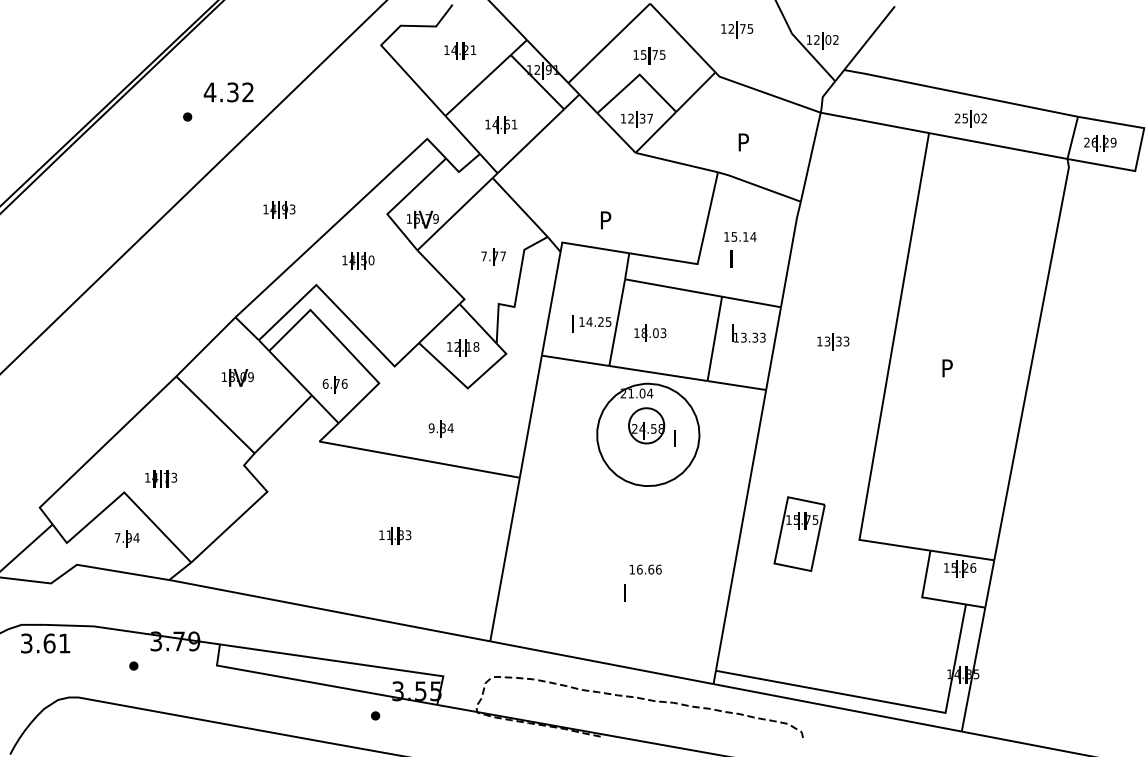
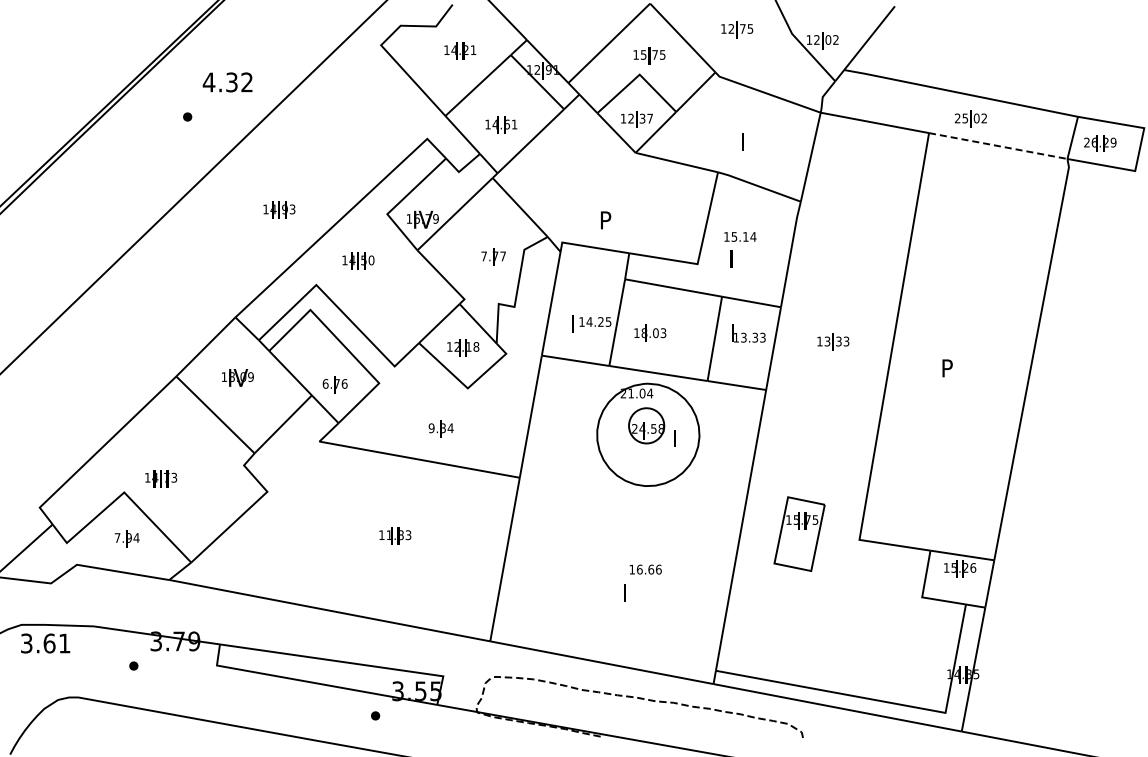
text at (228, 92) position: (228, 92) -> (227, 82)
text at (743, 142): P -> I
line at (998, 146): solid -> dashed
